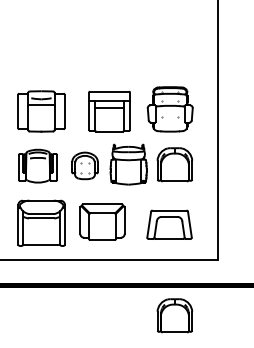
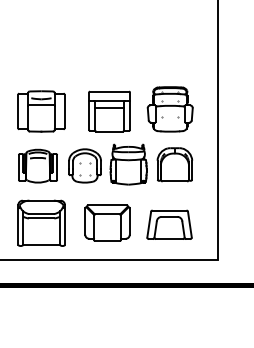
part at (84, 165) size: 28x30 px -> 34x36 px
part at (102, 221) position: (102, 221) -> (107, 222)
part at (174, 315): present -> none
